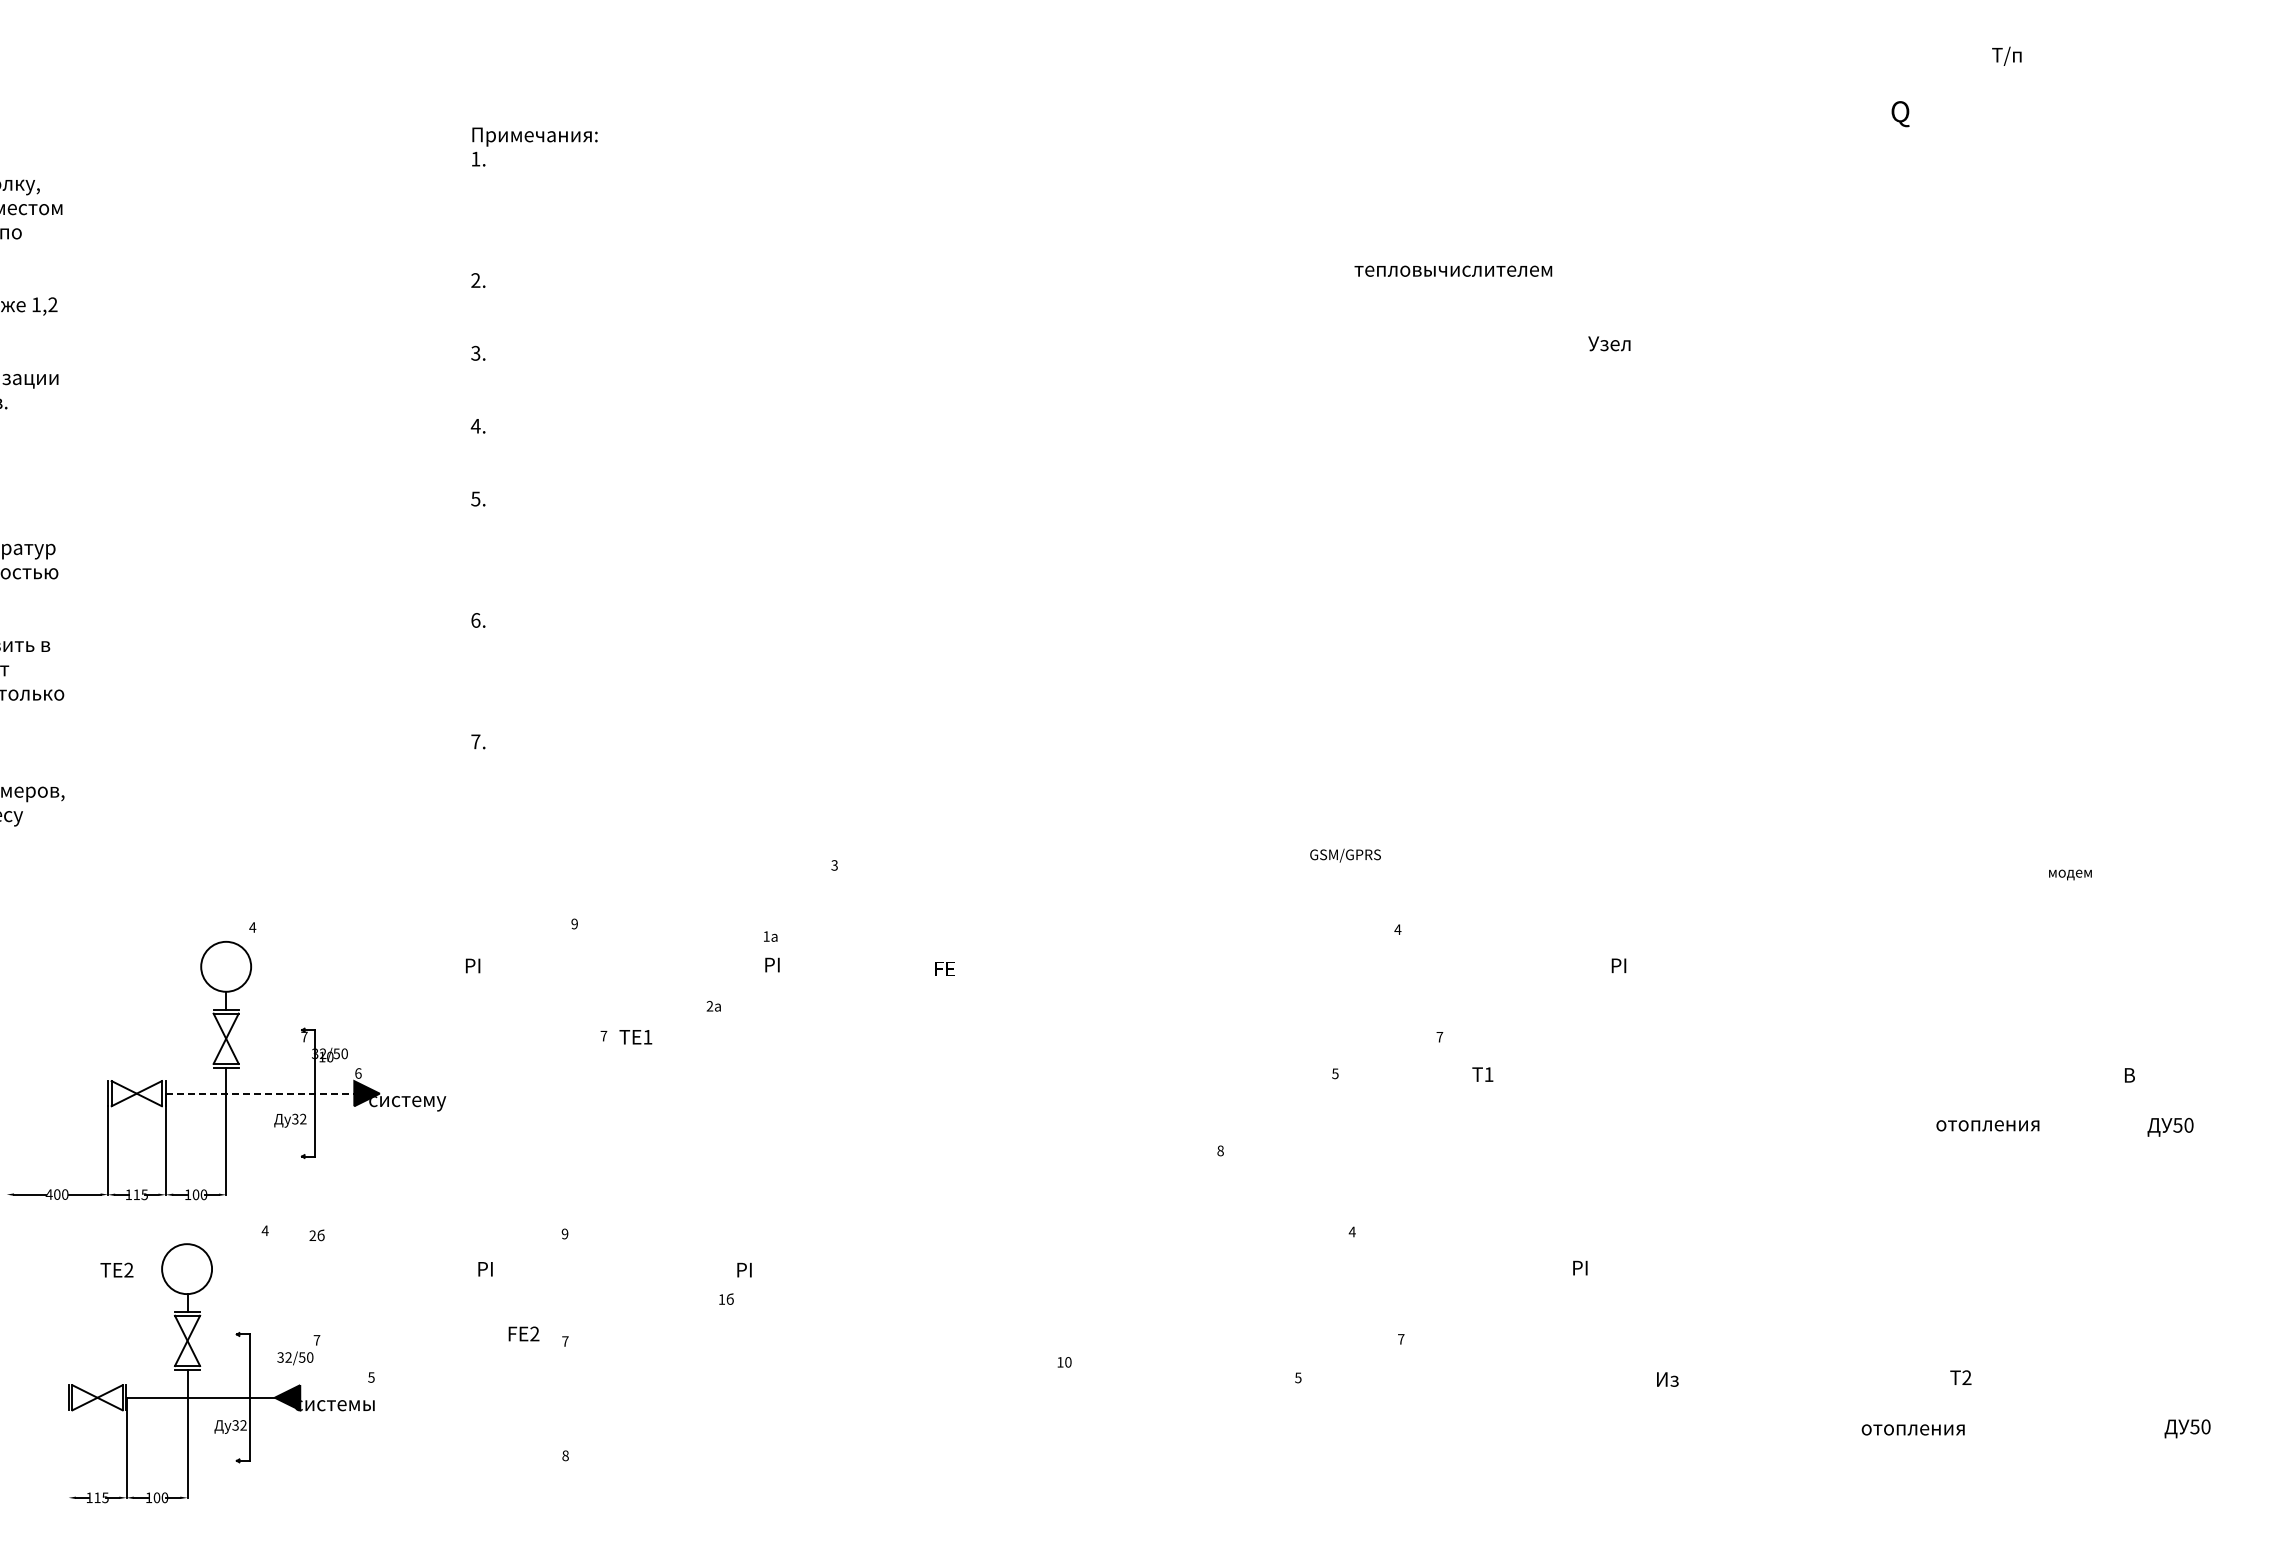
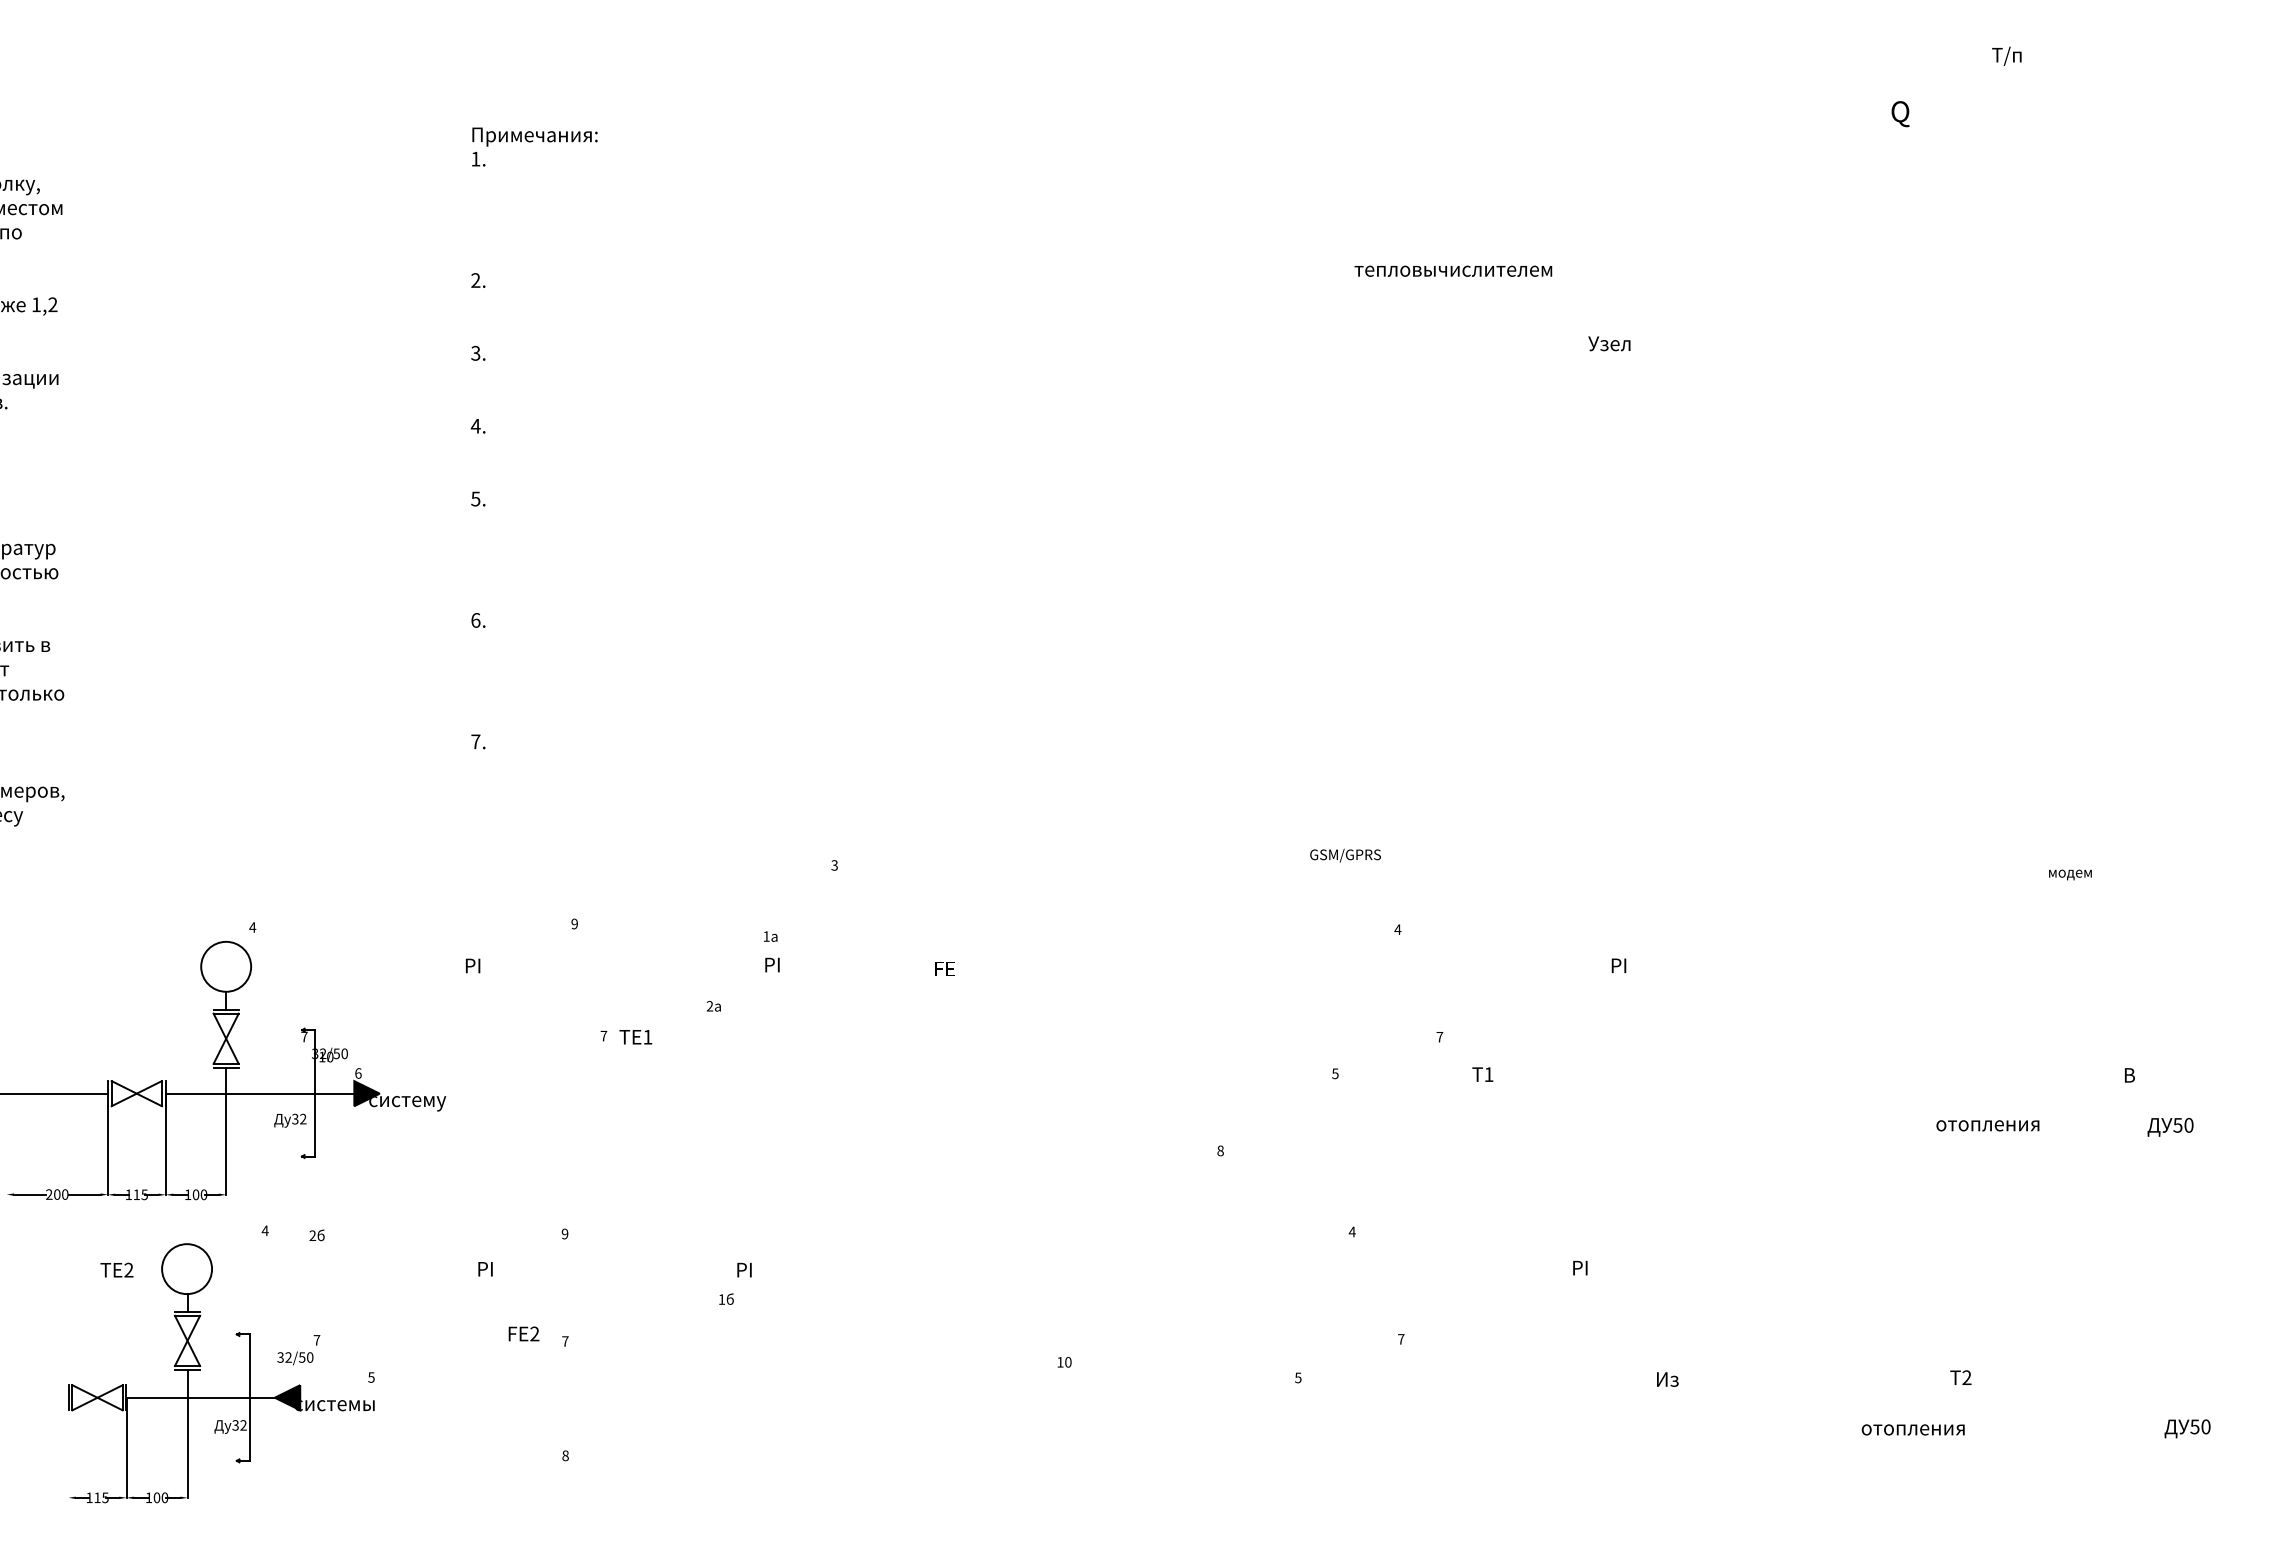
line at (54, 1093): none -> present
line at (263, 1093): dashed -> solid
text at (48, 1194): 400 -> 200
